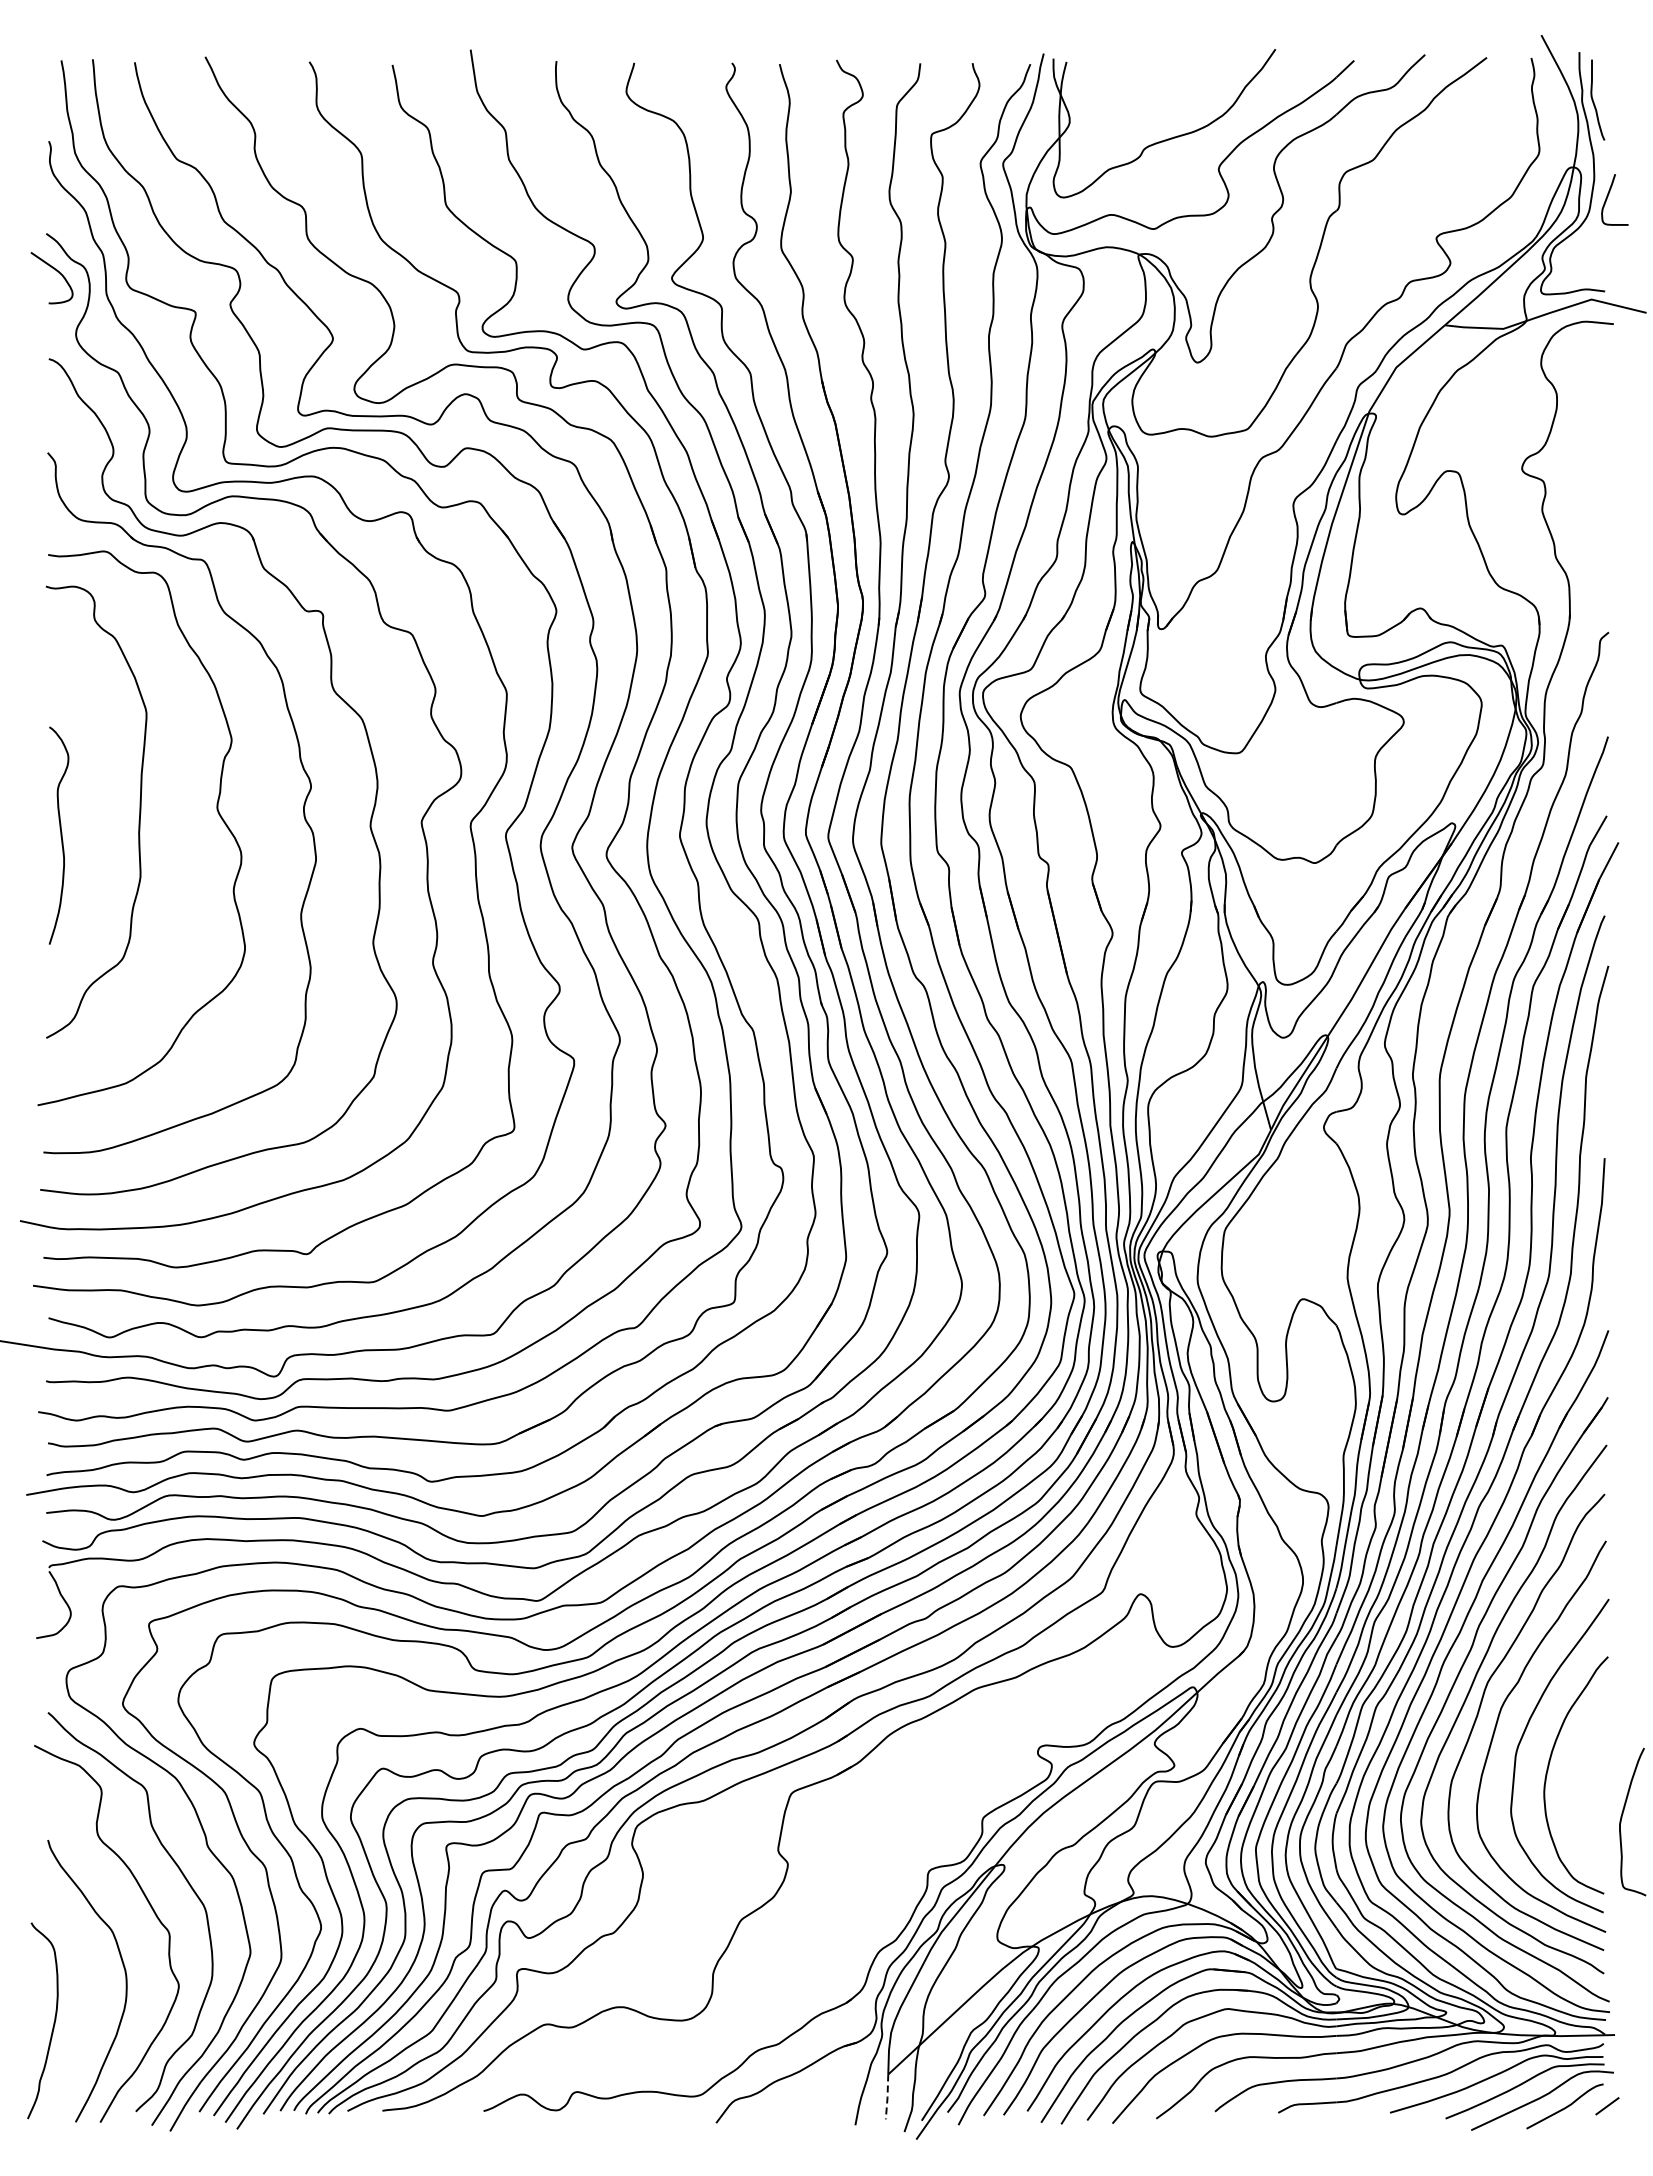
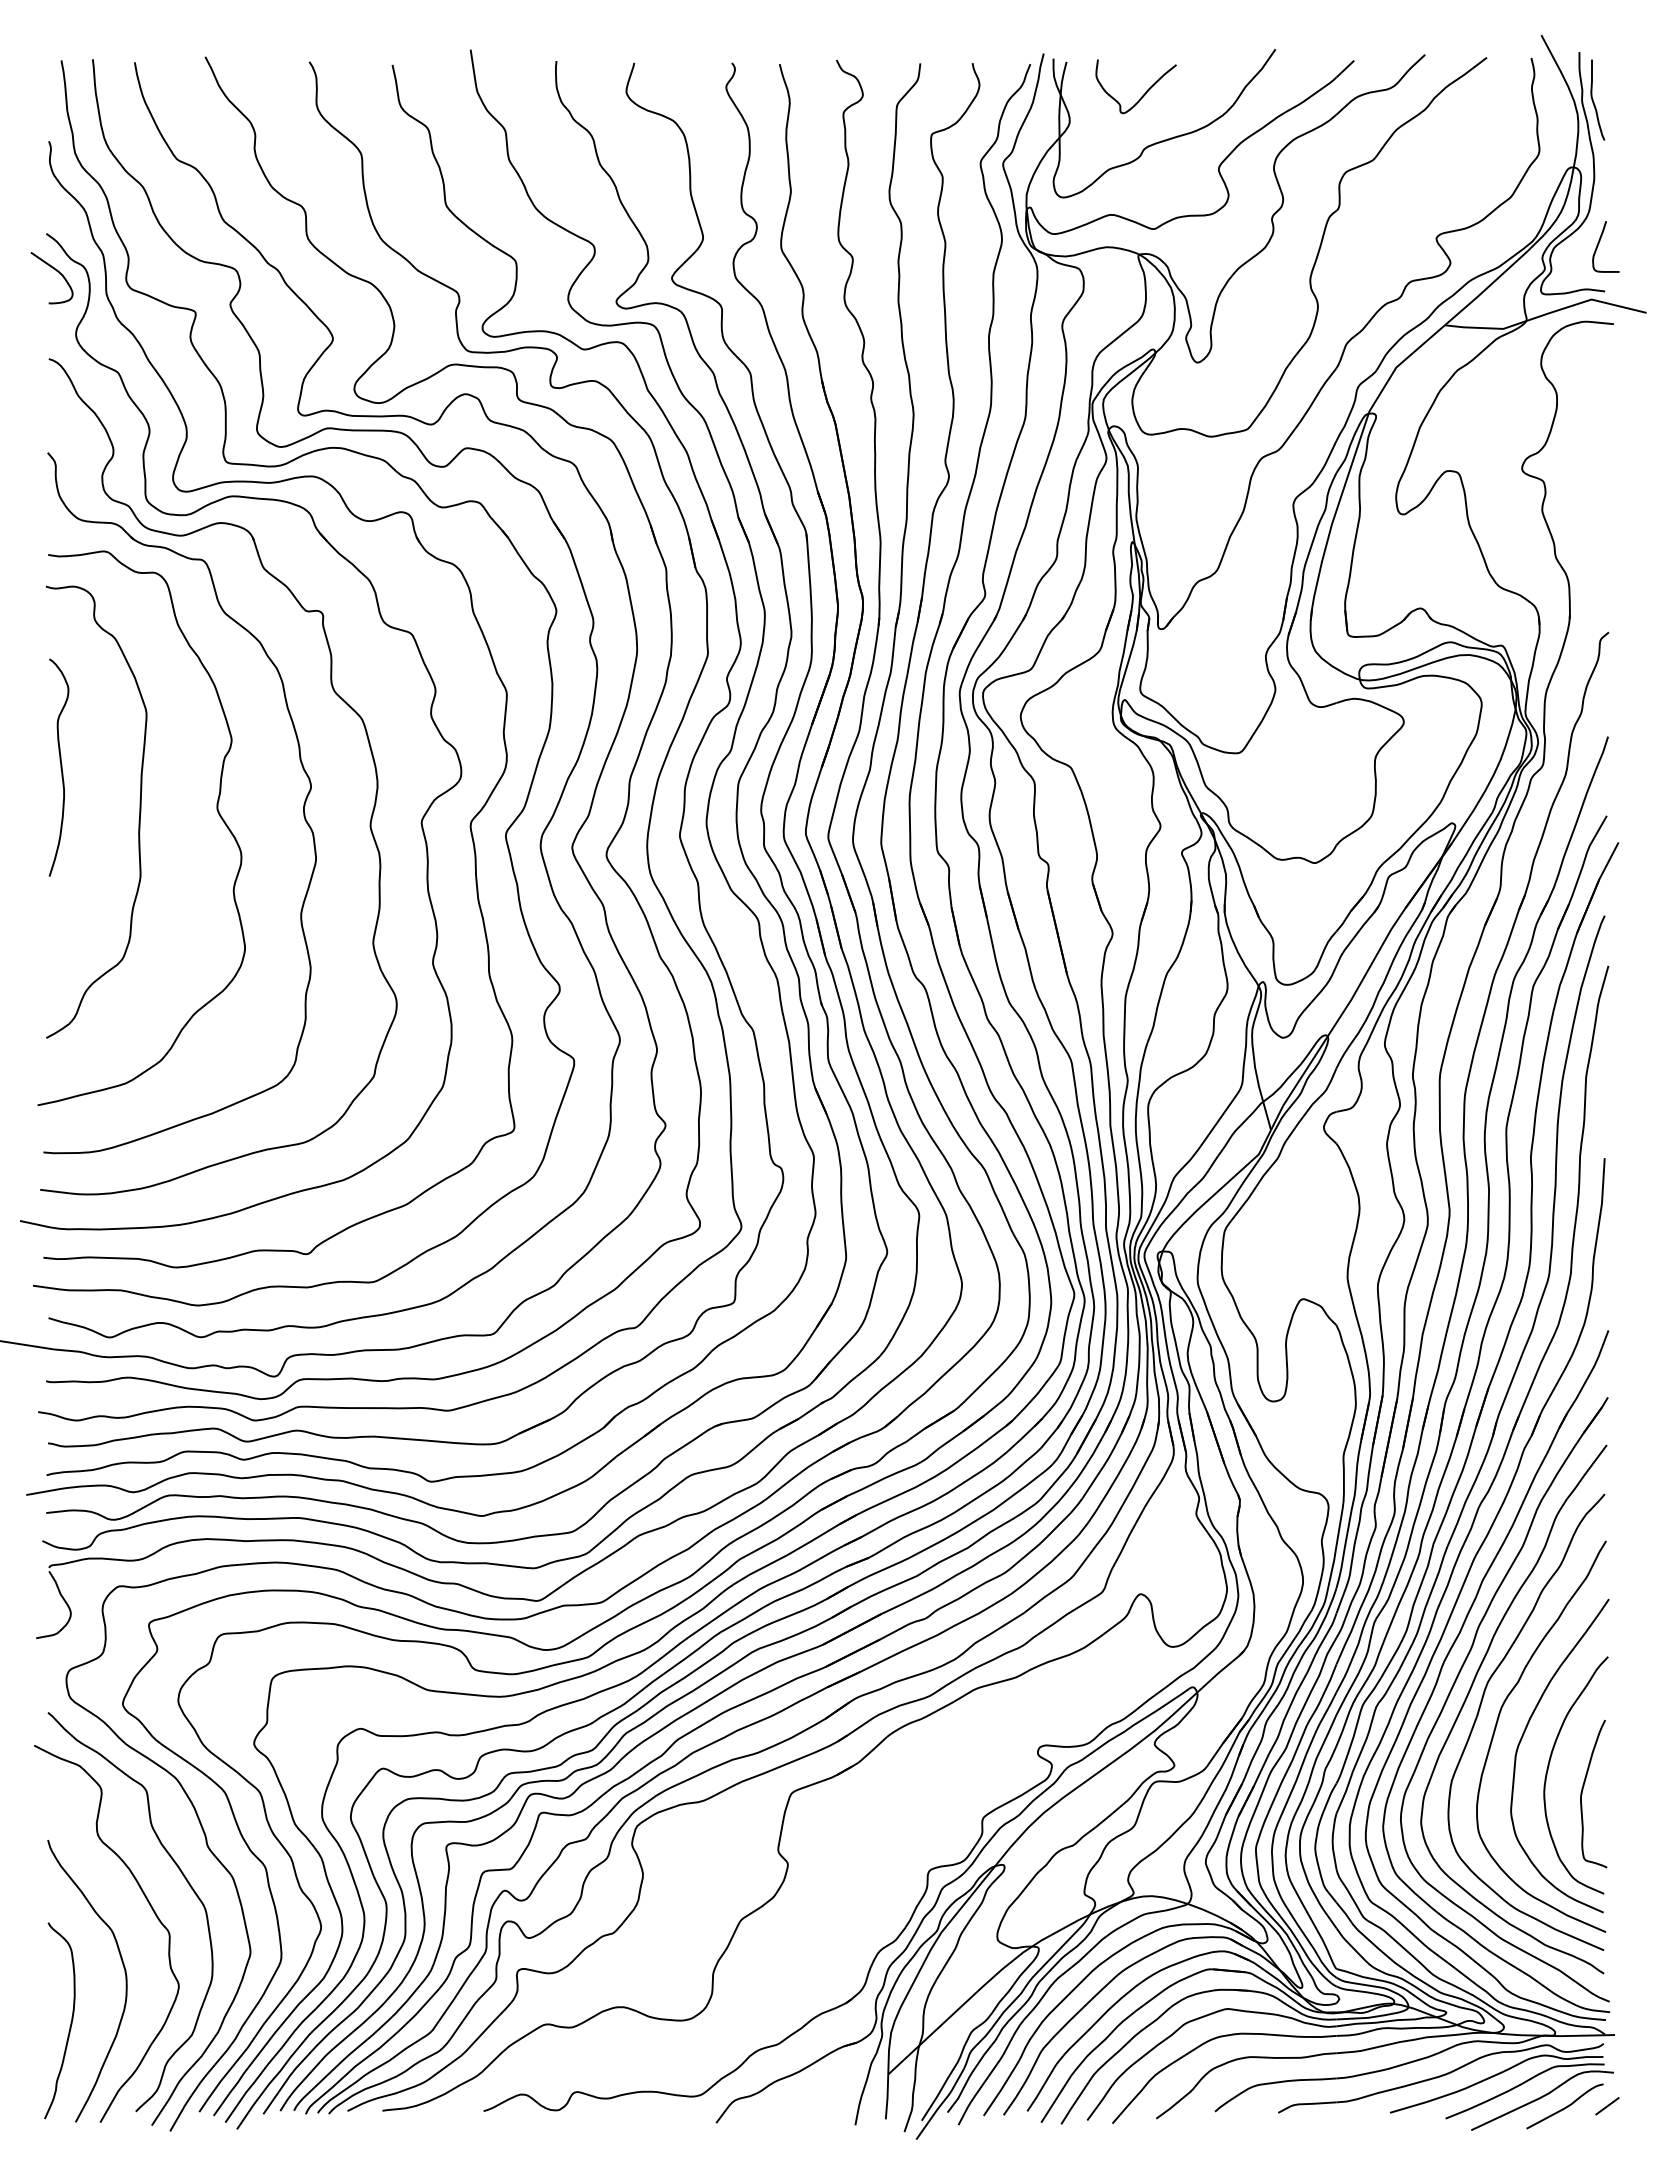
curve at (1143, 94): none -> present
curve at (1608, 196) position: (1608, 196) -> (1599, 243)
curve at (60, 835) position: (60, 835) -> (60, 767)
curve at (1622, 1818) position: (1622, 1818) -> (1583, 1790)
curve at (53, 2022) position: (53, 2022) -> (70, 2022)
line at (887, 2097): dashed -> solid
